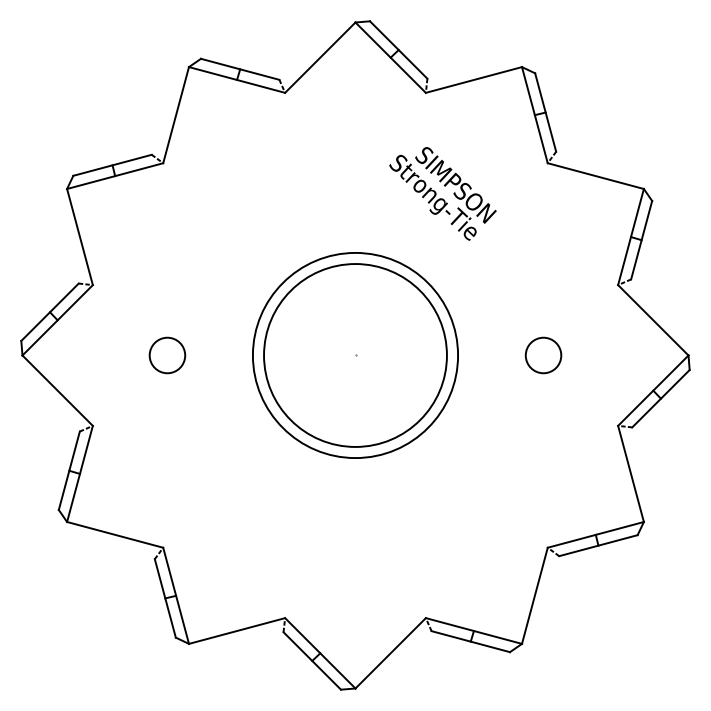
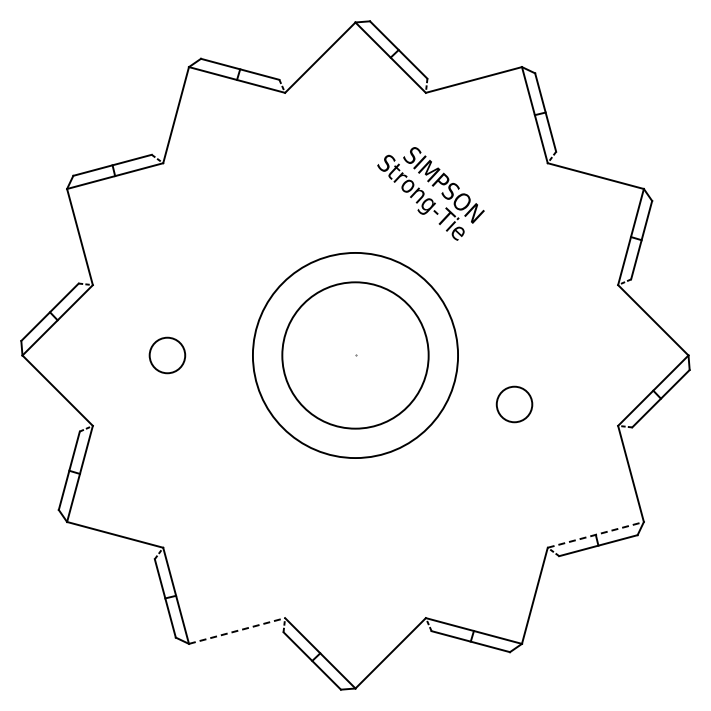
text at (442, 193) position: (442, 193) -> (430, 193)
circle at (355, 355) diameter: 183 px -> 146 px
circle at (543, 355) position: (543, 355) -> (514, 404)
line at (595, 534): solid -> dashed
line at (237, 631): solid -> dashed
